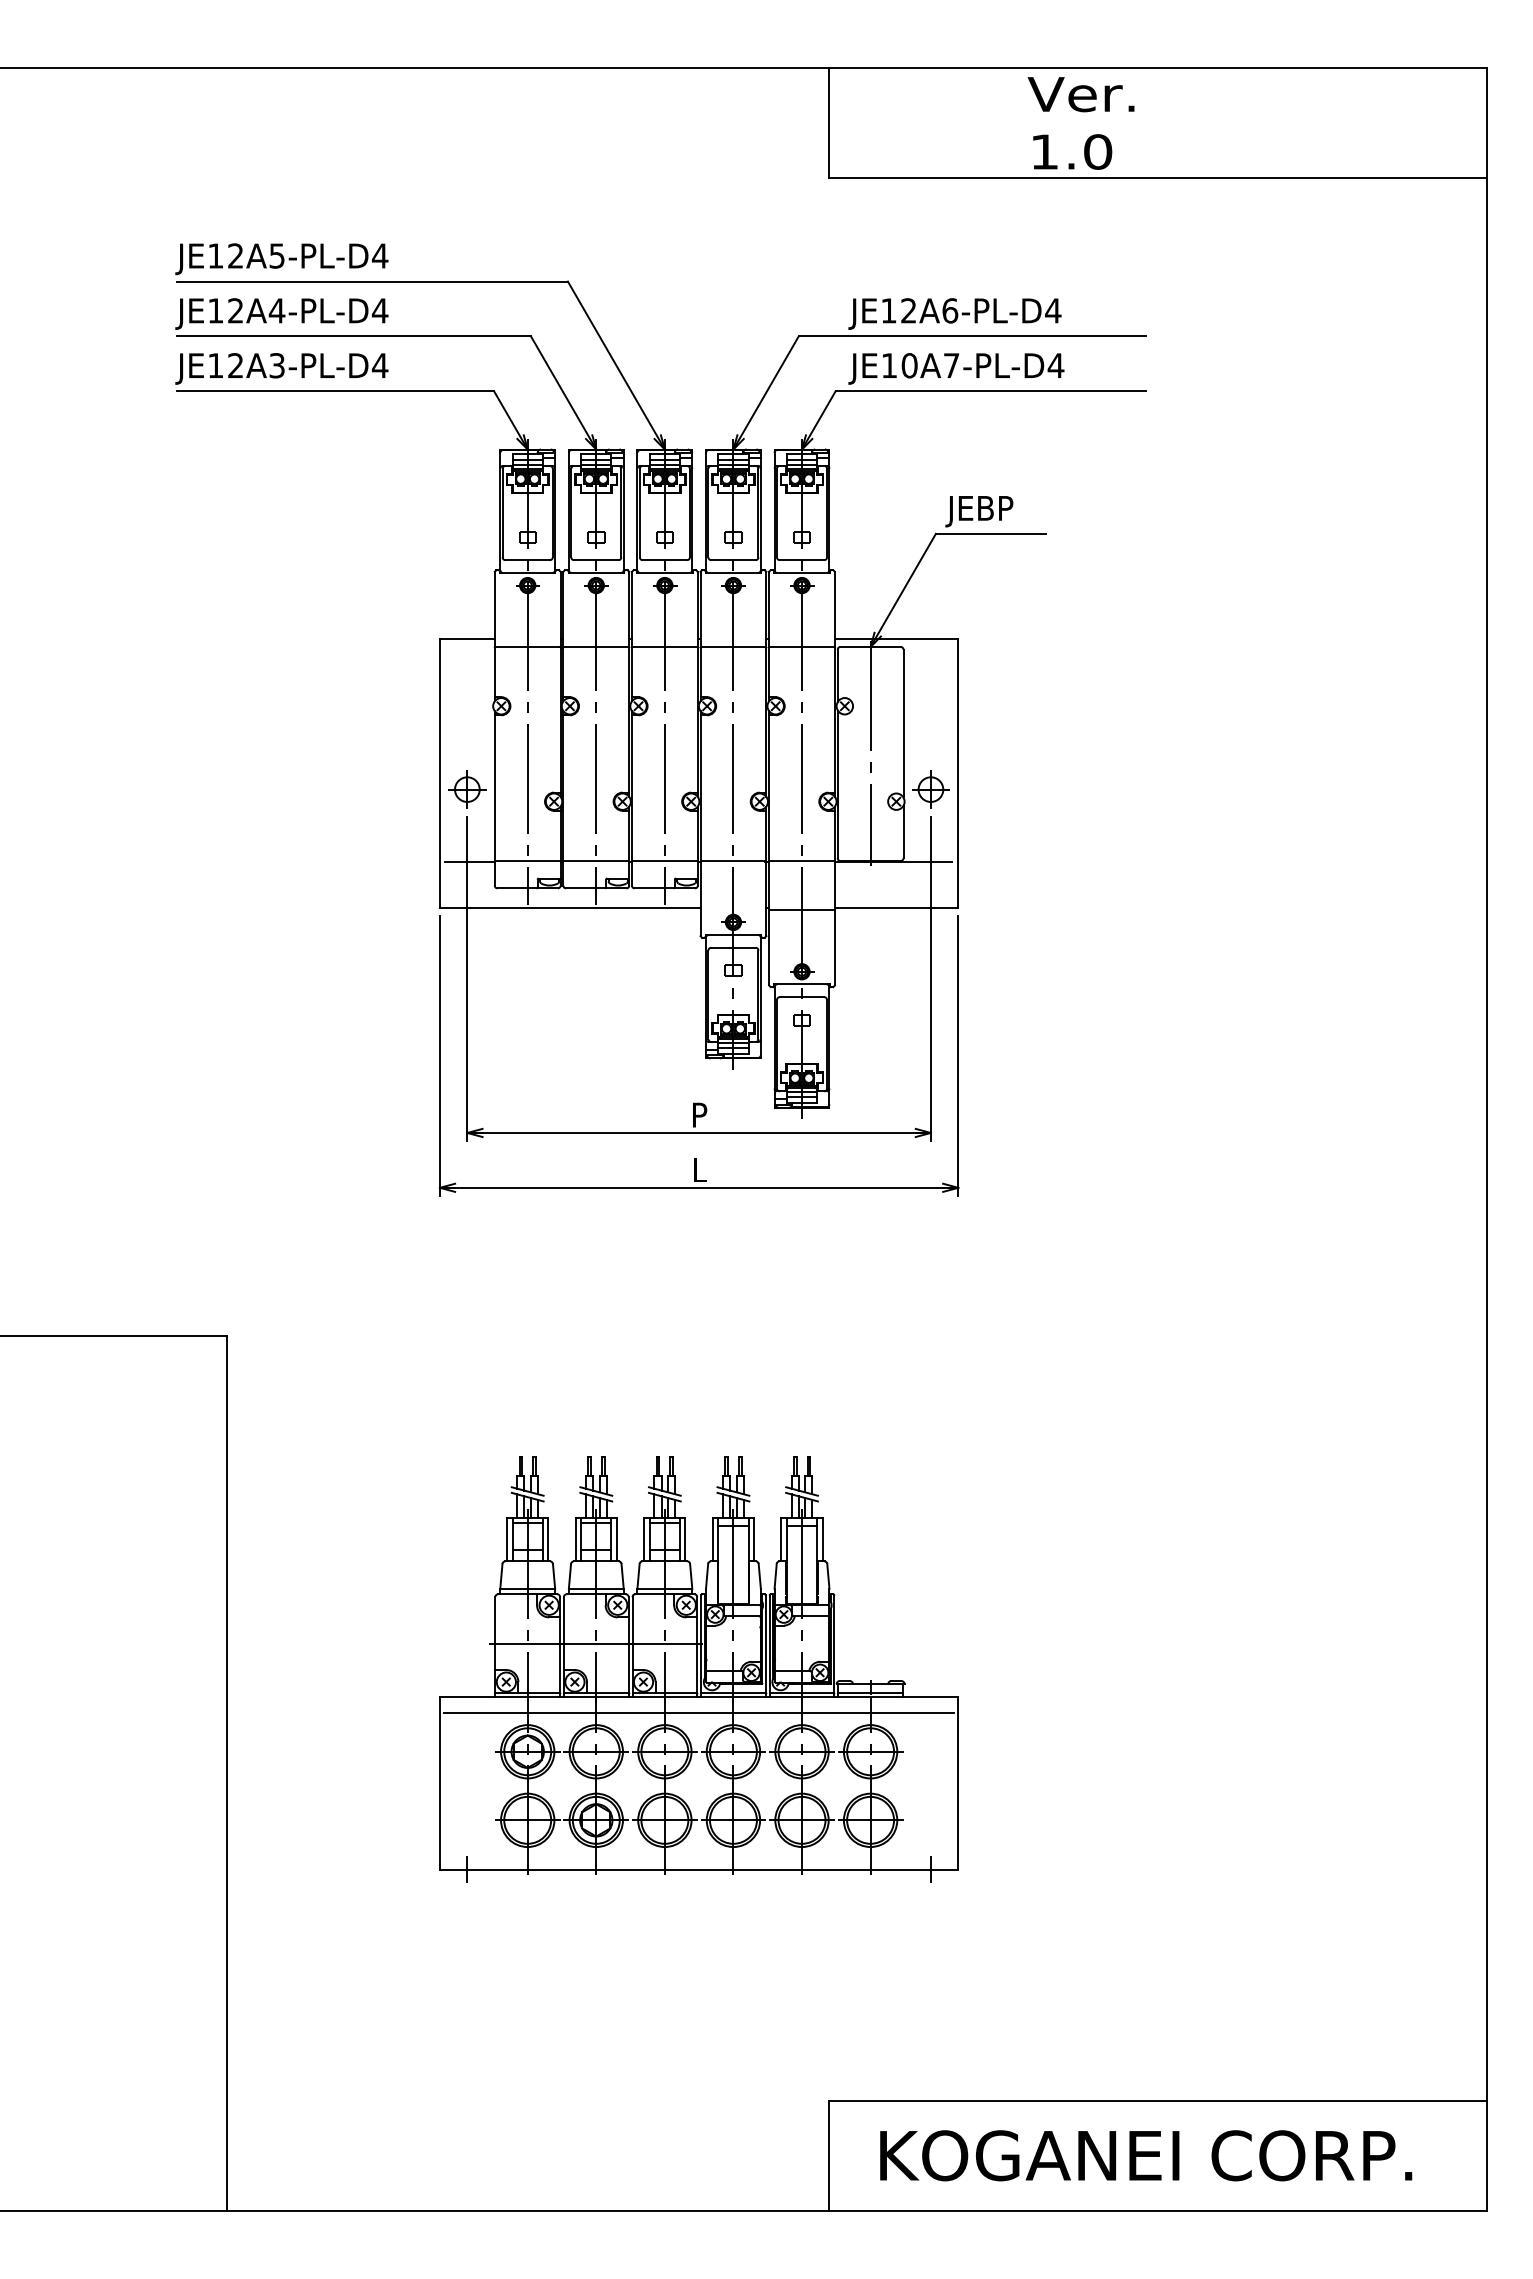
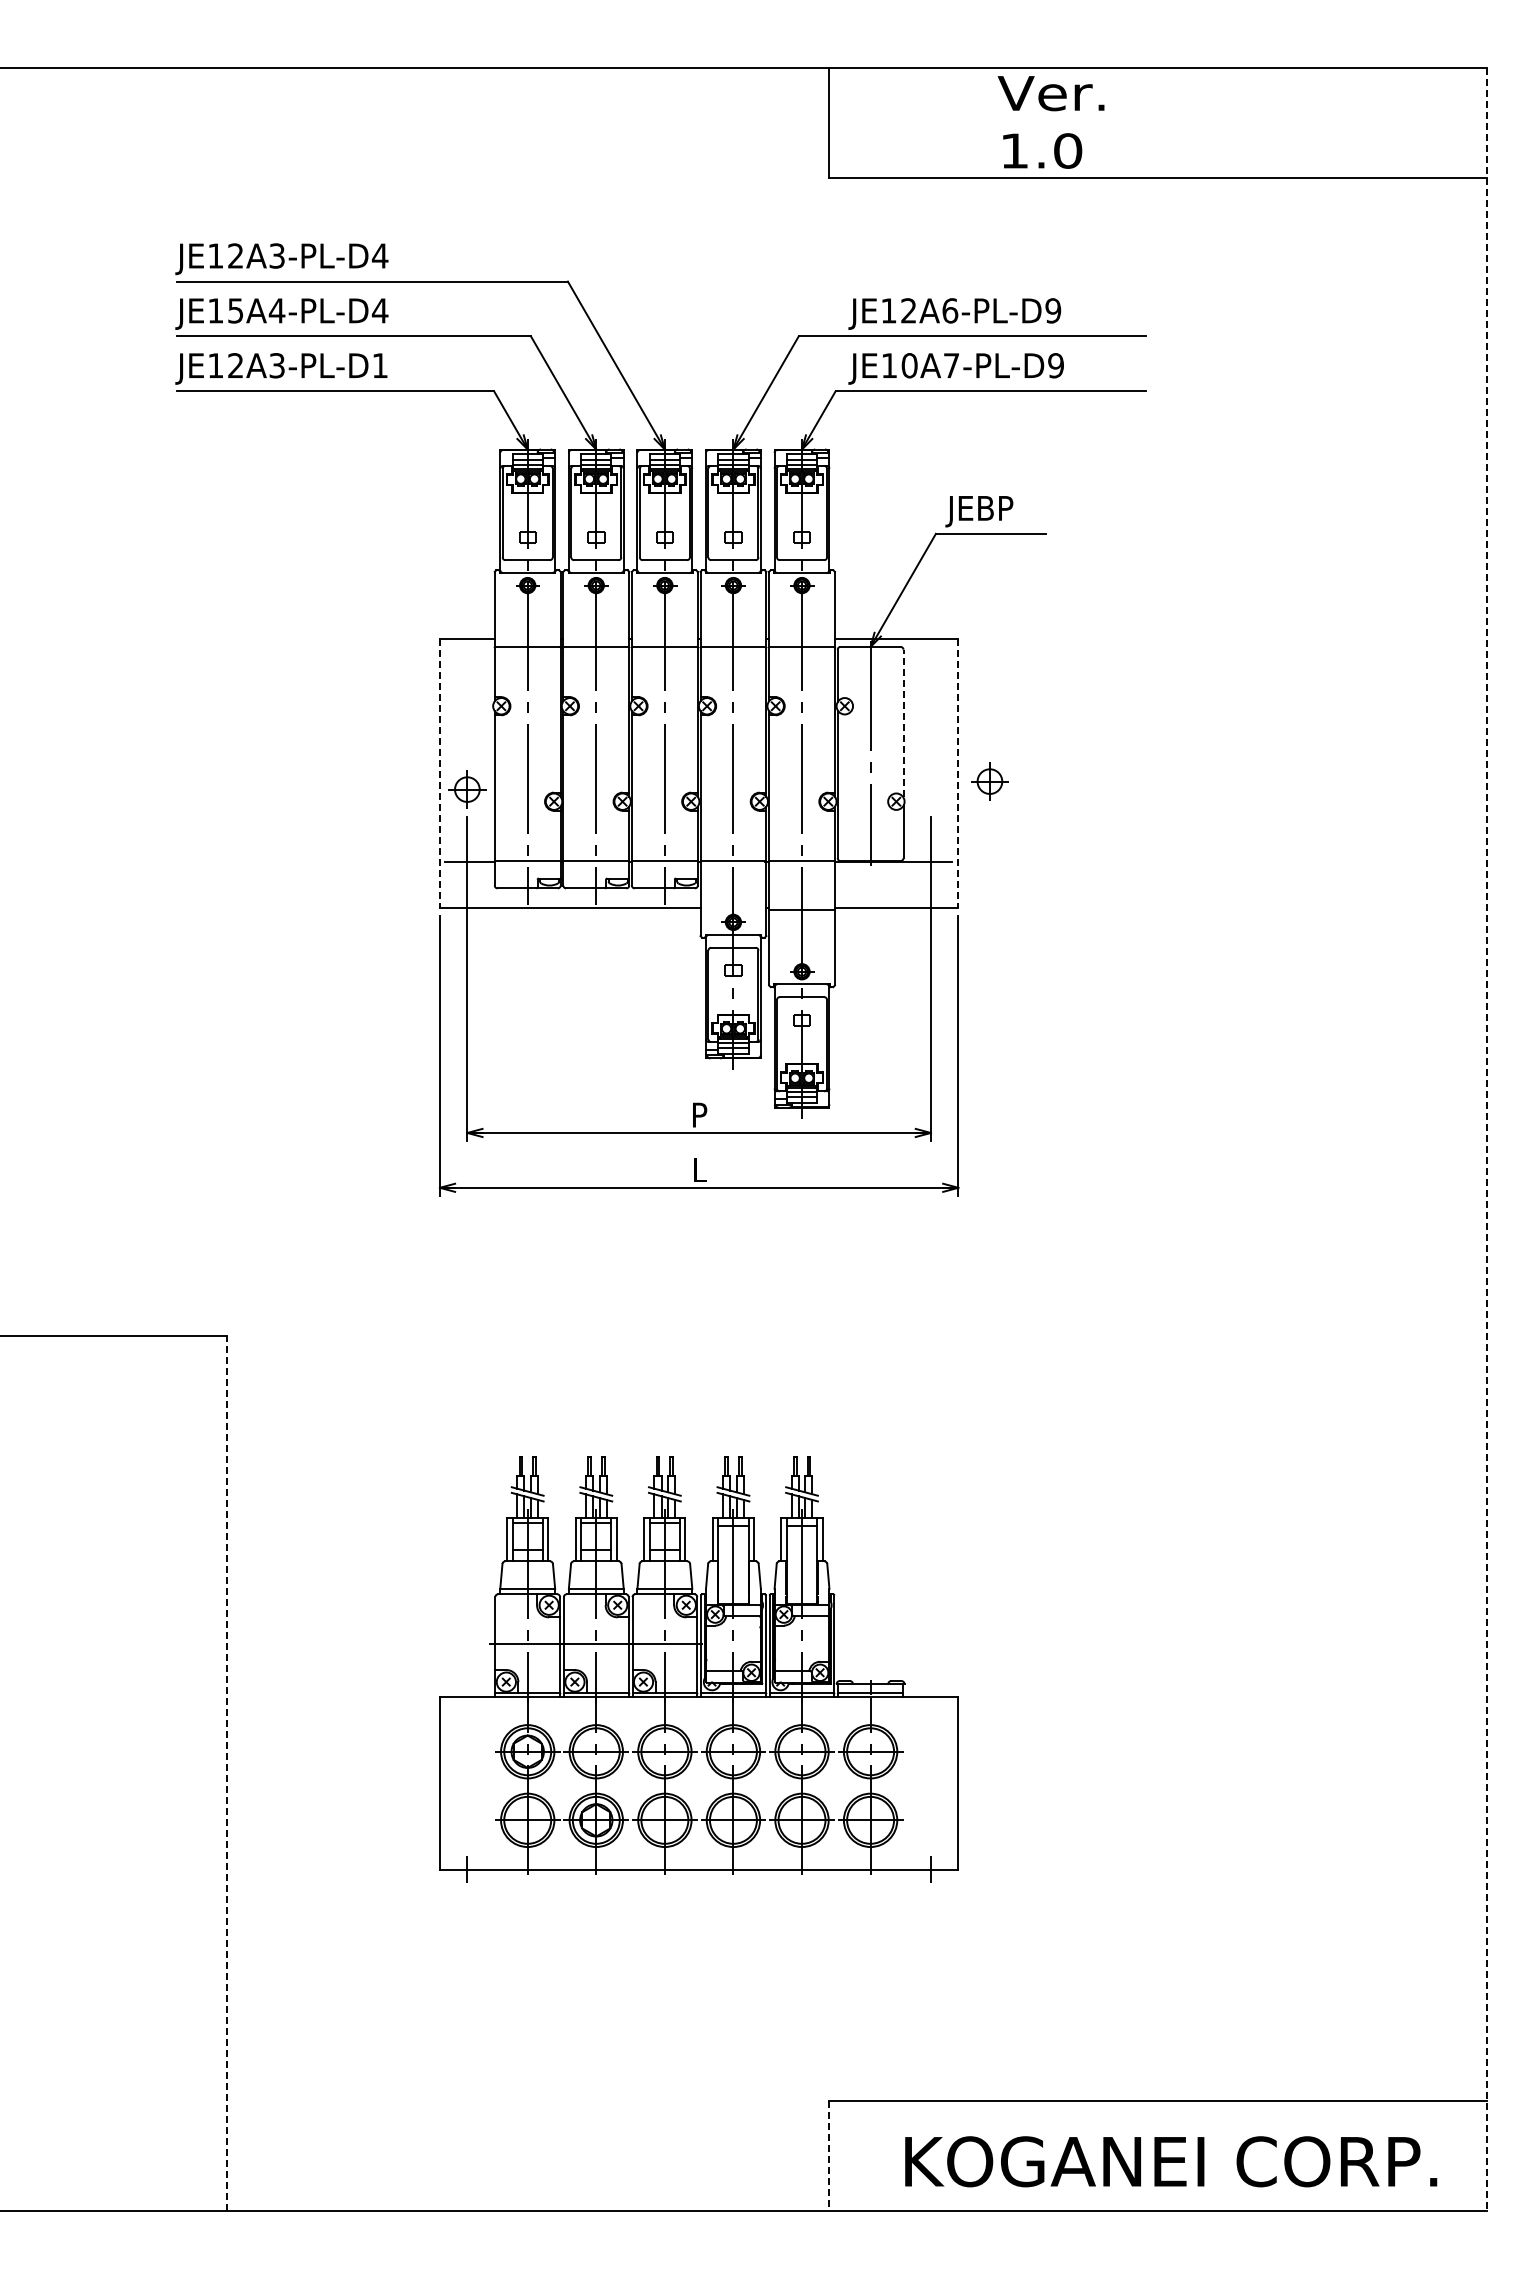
text at (1080, 123) position: (1080, 123) -> (1050, 122)
text at (277, 255): JE12A5-PL-D4 -> JE12A3-PL-D4
text at (235, 310): JE12A4-PL-D4 -> JE15A4-PL-D4
text at (1053, 310): JE12A6-PL-D4 -> JE12A6-PL-D9
text at (379, 365): JE12A3-PL-D4 -> JE12A3-PL-D1
text at (1055, 365): JE10A7-PL-D4 -> JE10A7-PL-D9
line at (903, 723): solid -> dashed
line at (439, 773): solid -> dashed
line at (958, 773): solid -> dashed
part at (930, 789) position: (930, 789) -> (989, 781)
line at (1486, 1139): solid -> dashed
line at (698, 1713): present -> none
line at (227, 1773): solid -> dashed
line at (828, 2155): solid -> dashed
text at (1146, 2155) position: (1146, 2155) -> (1171, 2161)
